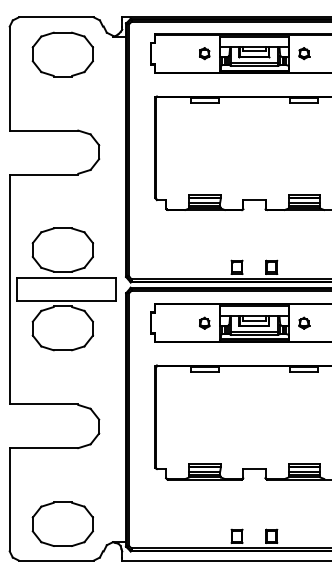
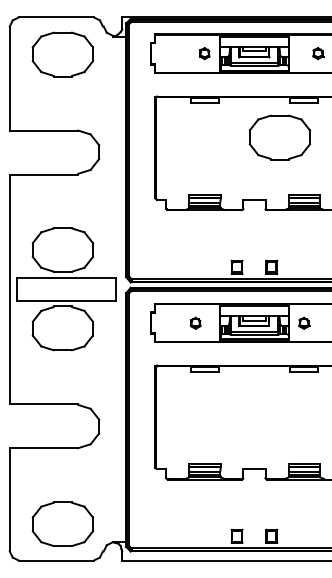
part at (304, 53) position: (304, 53) -> (318, 53)
part at (279, 137): none -> present
part at (204, 322) position: (204, 322) -> (195, 322)
